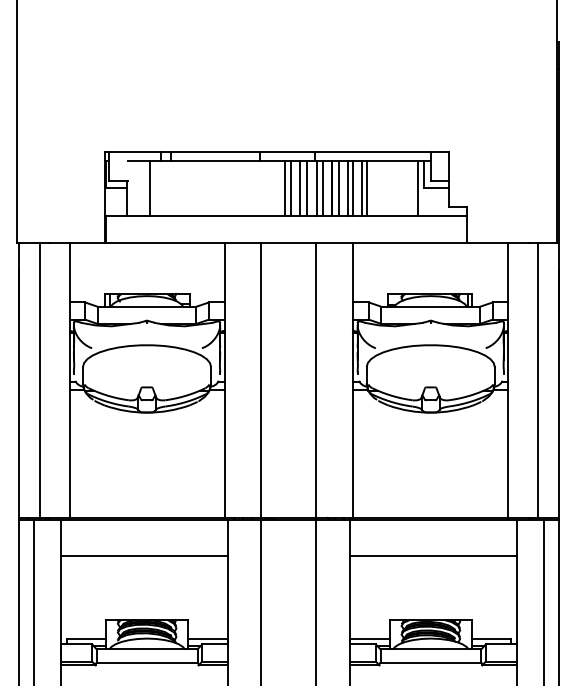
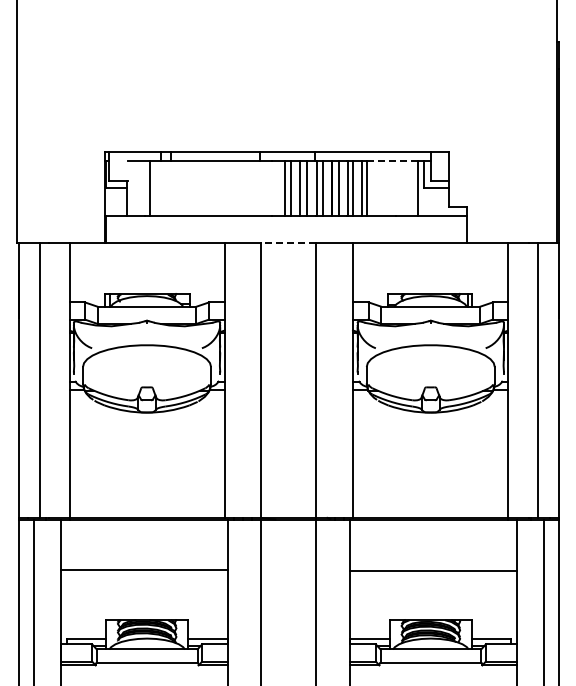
line at (392, 160): solid -> dashed
line at (288, 243): solid -> dashed
line at (144, 556) position: (144, 556) -> (144, 570)
line at (432, 556) position: (432, 556) -> (432, 571)
